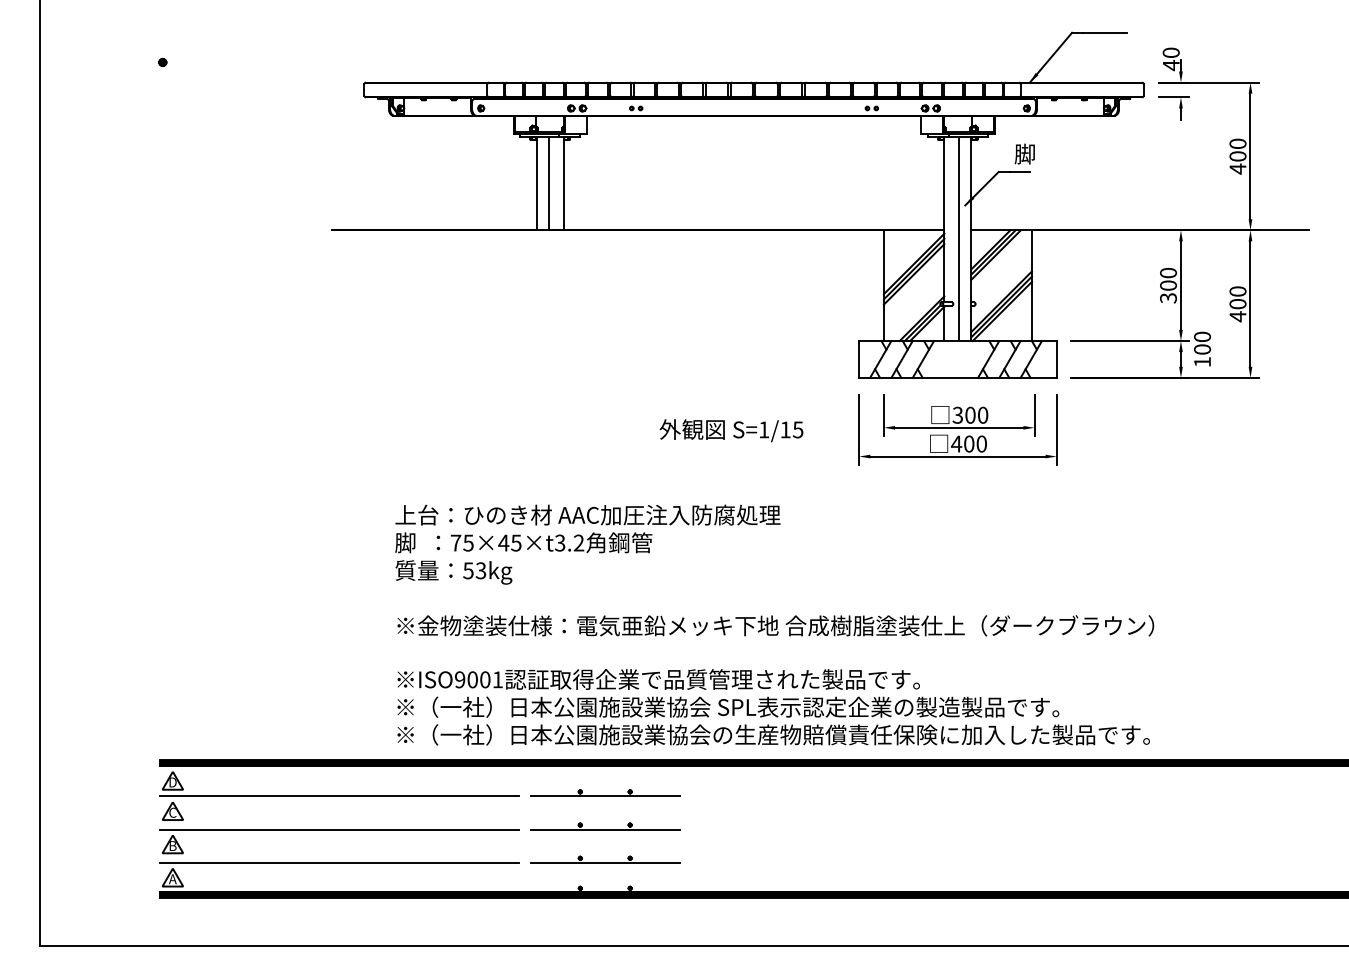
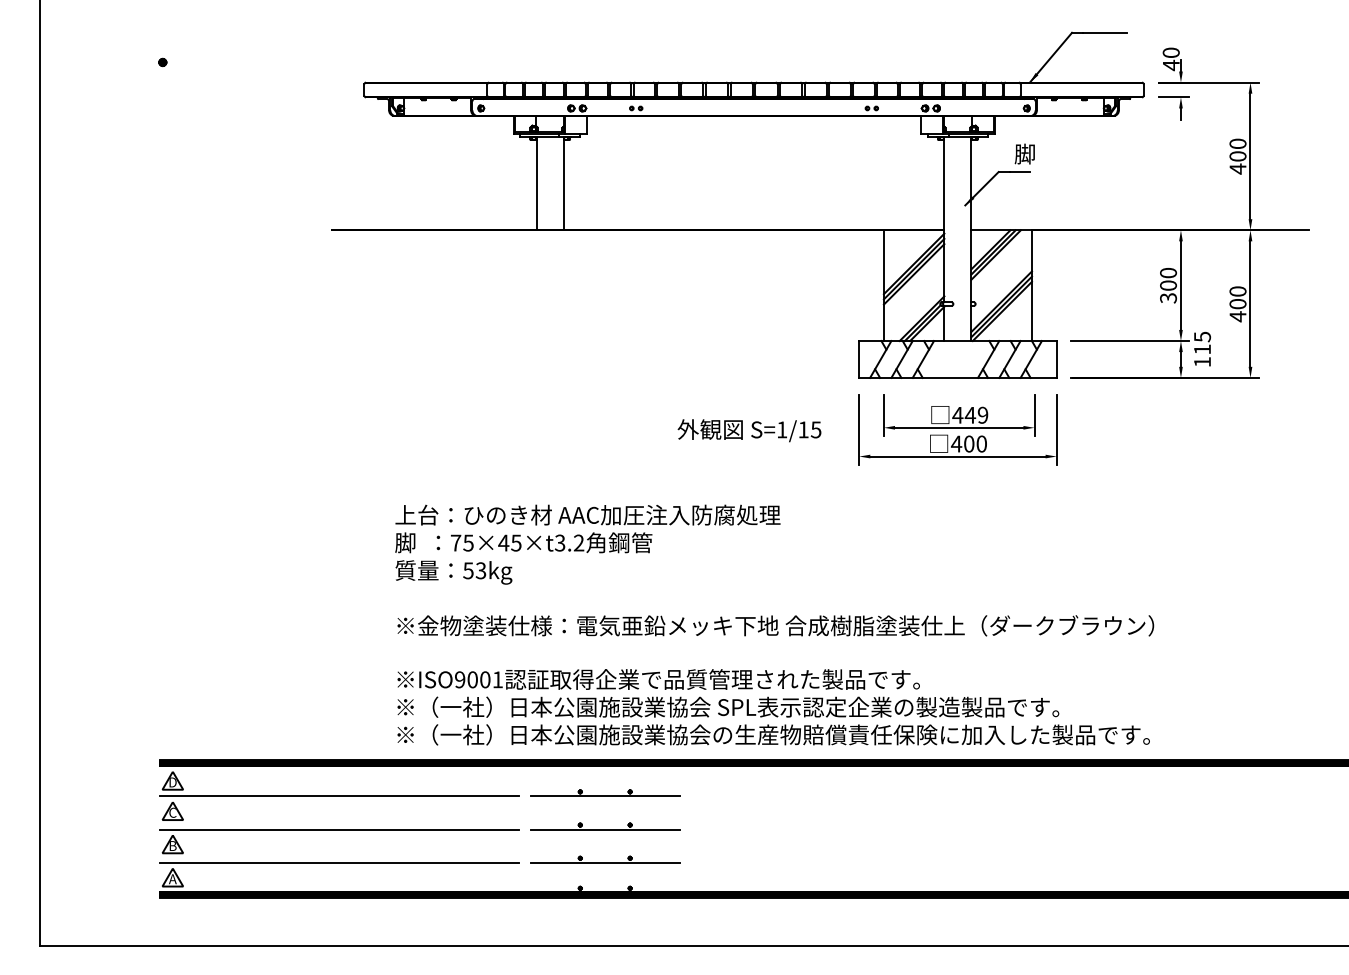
line at (548, 183): present -> none
line at (959, 238): present -> none
text at (1202, 342): 100 -> 115
text at (970, 414): 300 -> 449
text at (731, 430) position: (731, 430) -> (749, 430)
